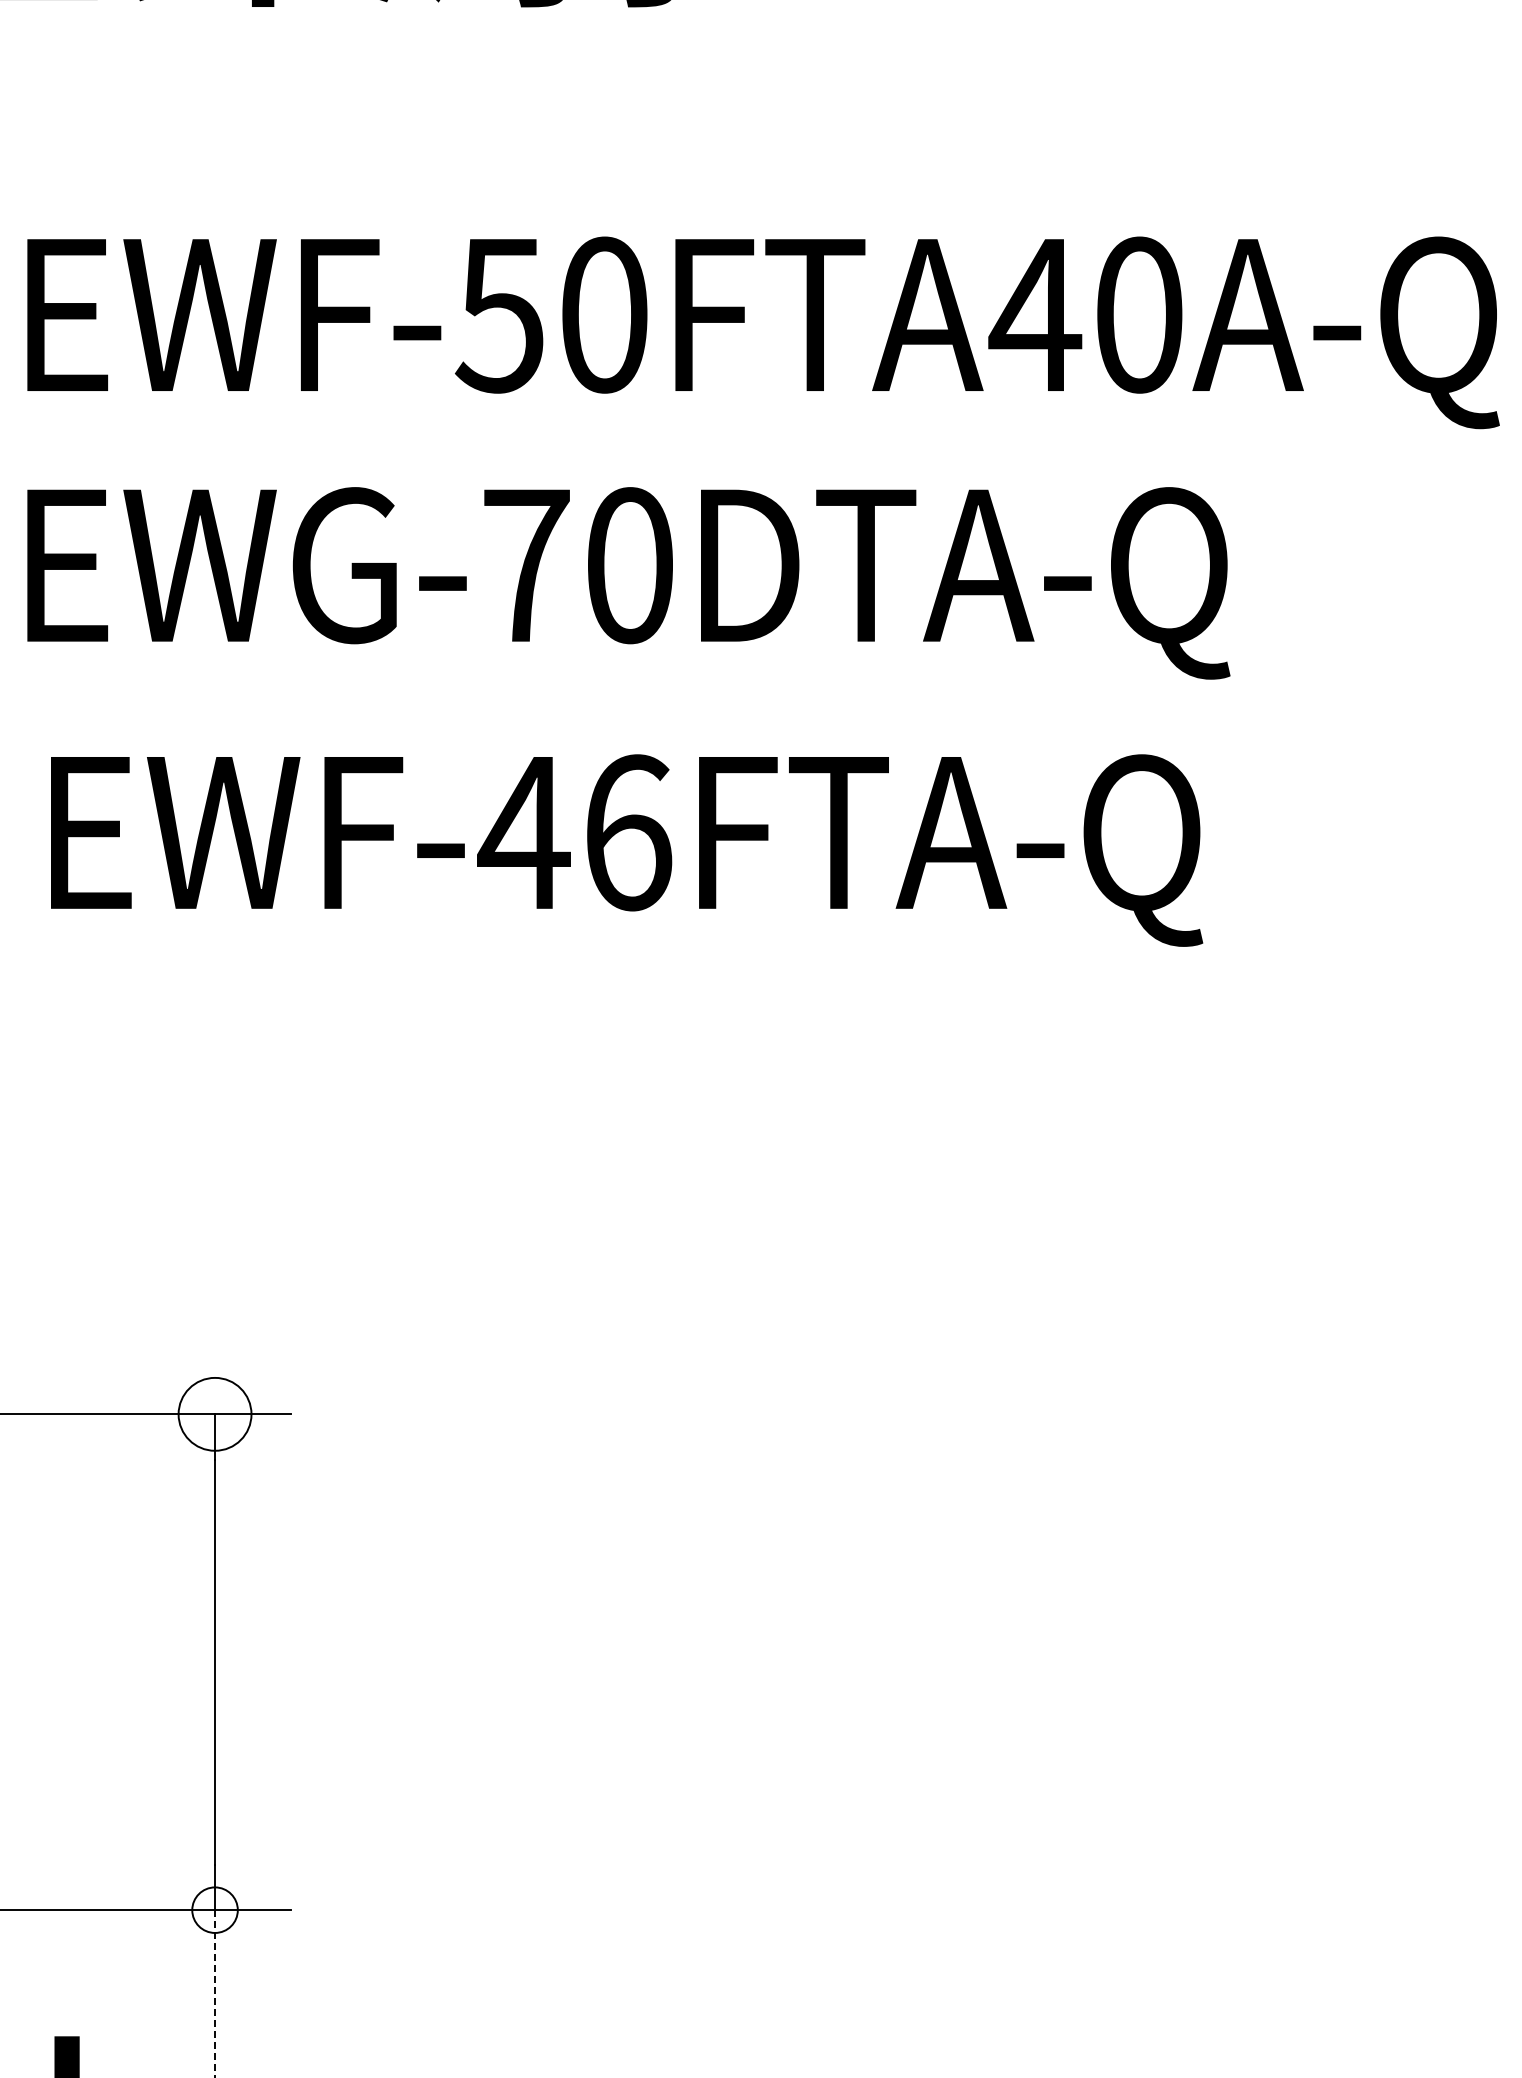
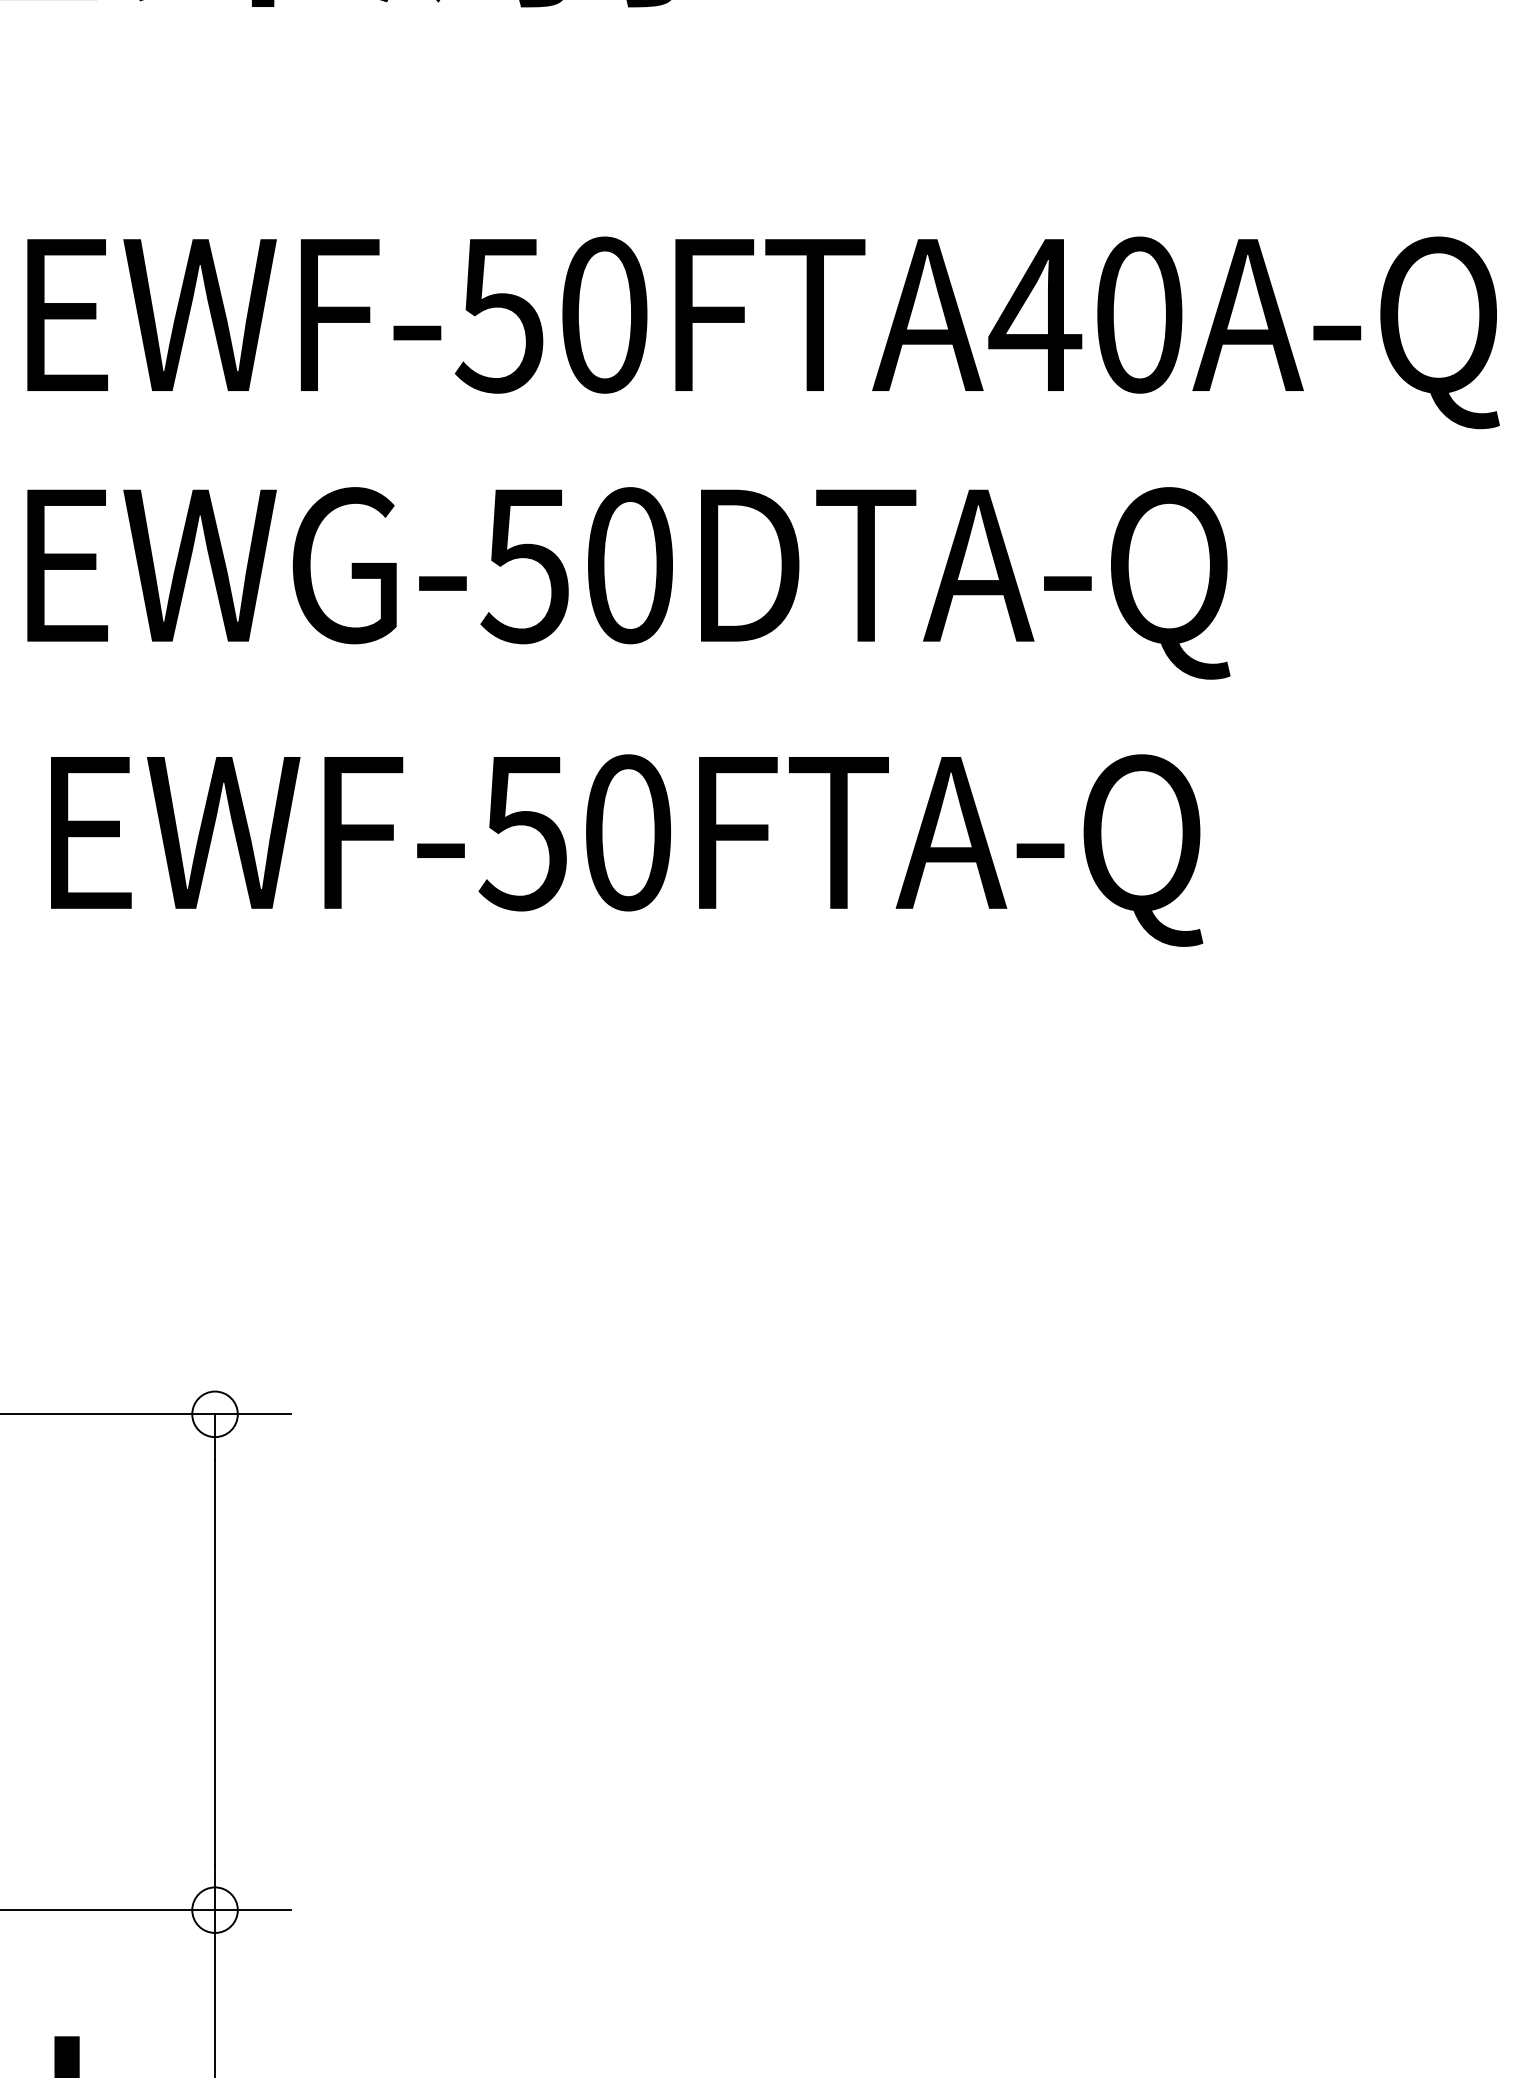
text at (524, 566): EWG-70DTA-Q -> EWG-50DTA-Q
text at (574, 832): EWF-46FTA-Q -> EWF-50FTA-Q
circle at (214, 1413) diameter: 73 px -> 46 px
line at (215, 1994): dashed -> solid
